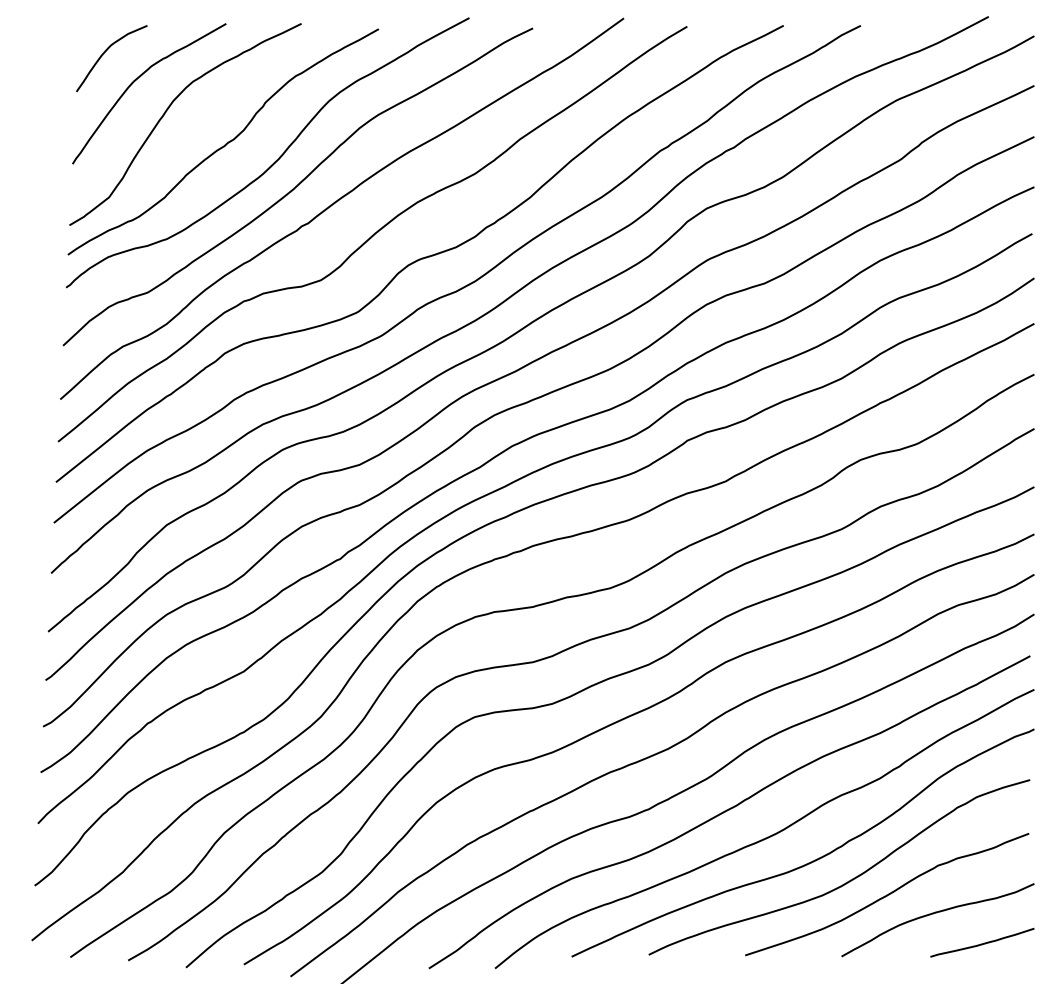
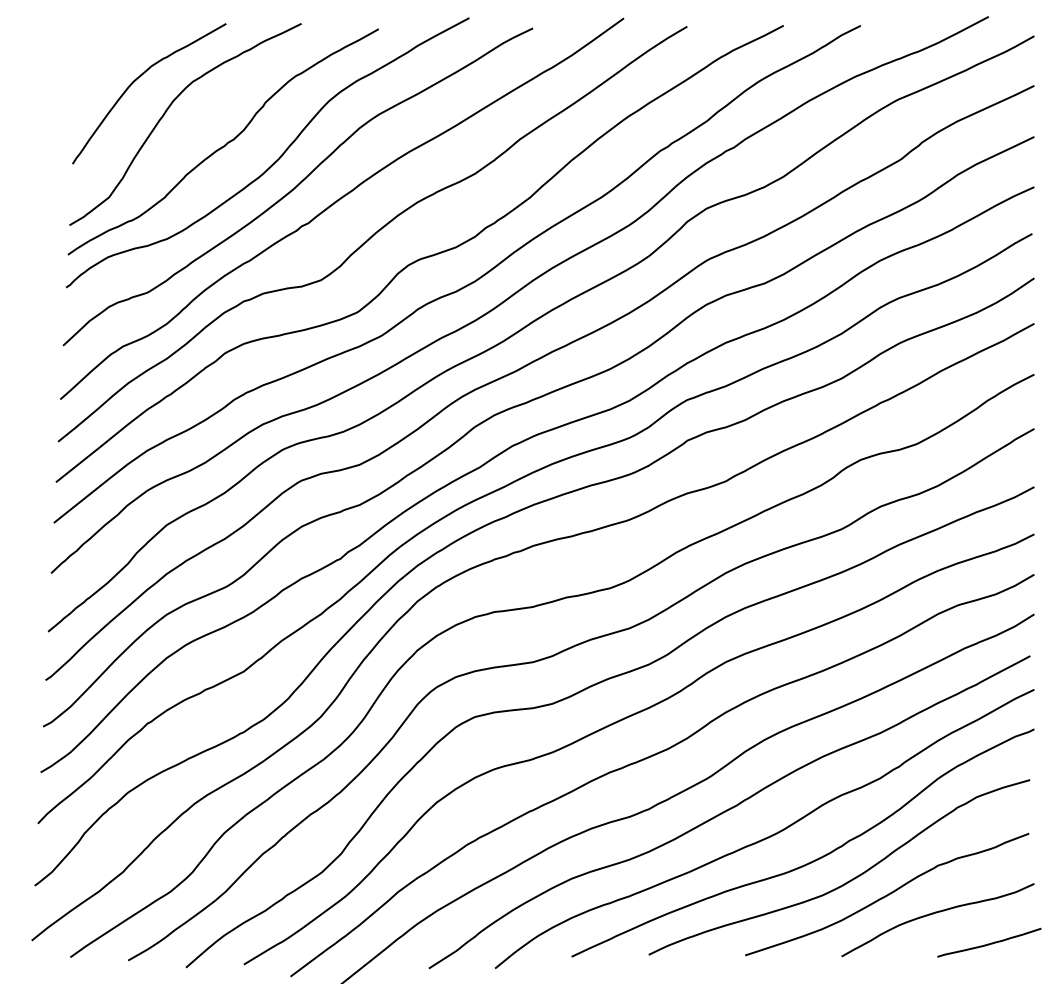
curve at (105, 52): present -> none
curve at (982, 943) position: (982, 943) -> (989, 943)
